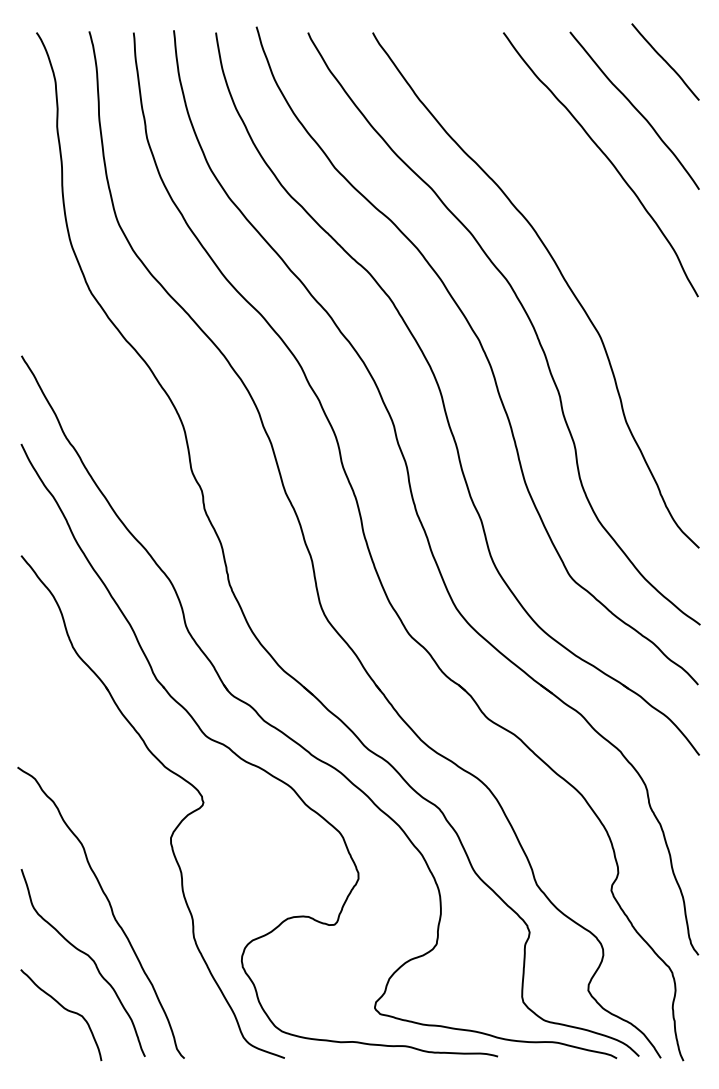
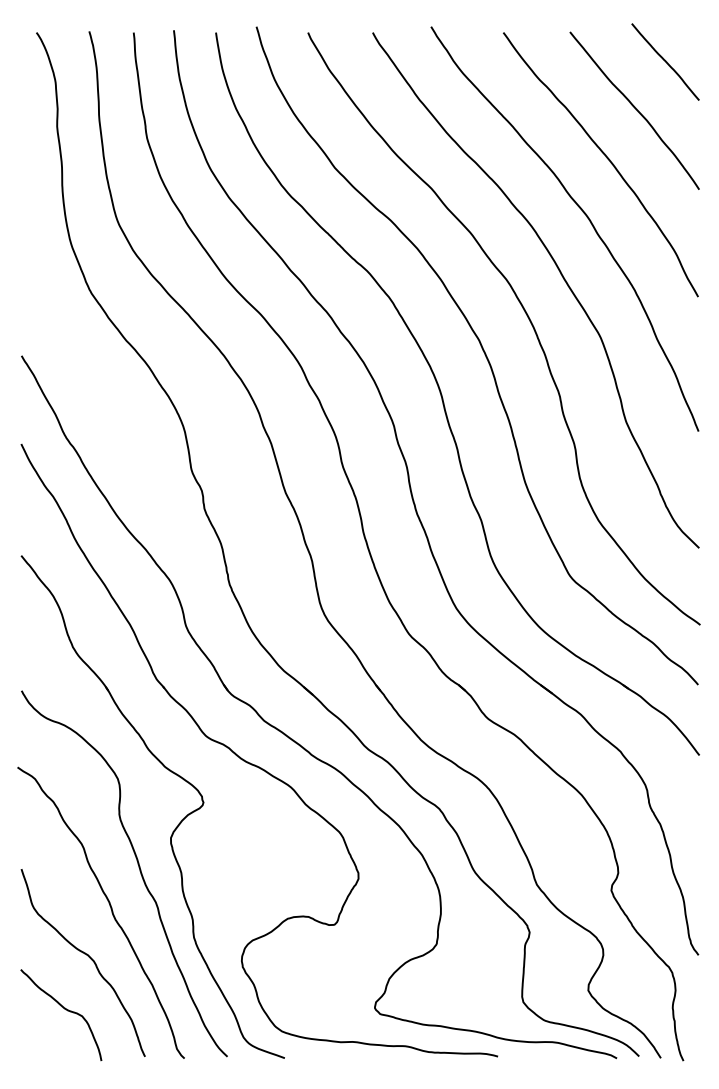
curve at (582, 212): none -> present
curve at (139, 871): none -> present
